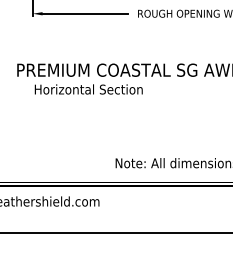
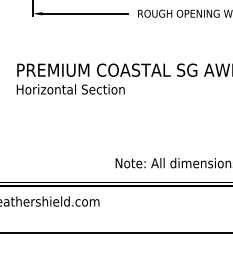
text at (88, 89) position: (88, 89) -> (70, 89)
